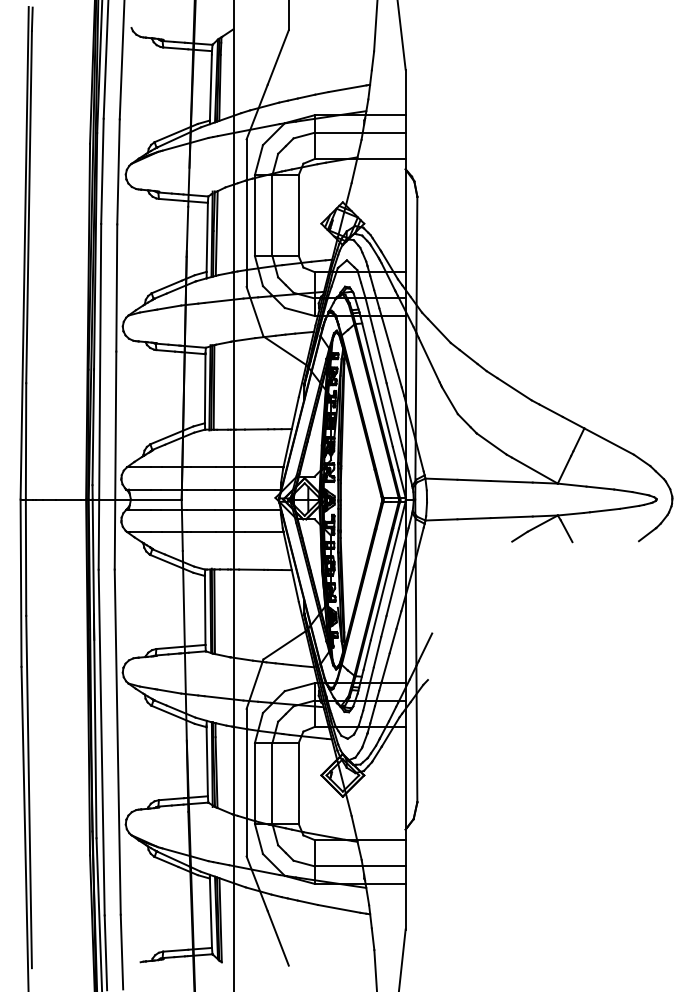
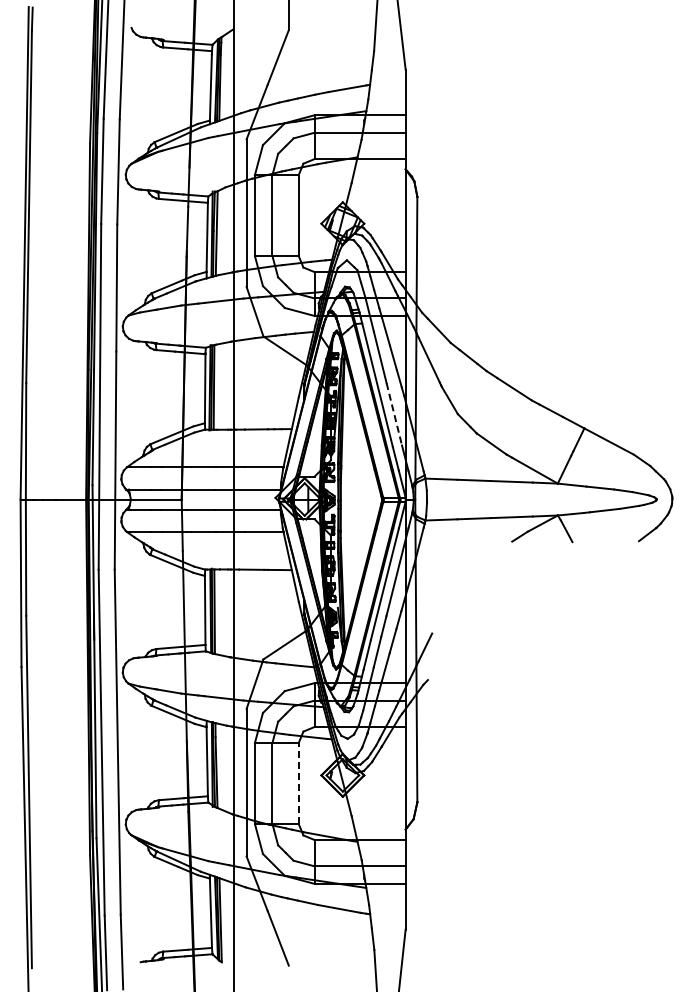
line at (394, 414): solid -> dashed
line at (298, 783): solid -> dashed
